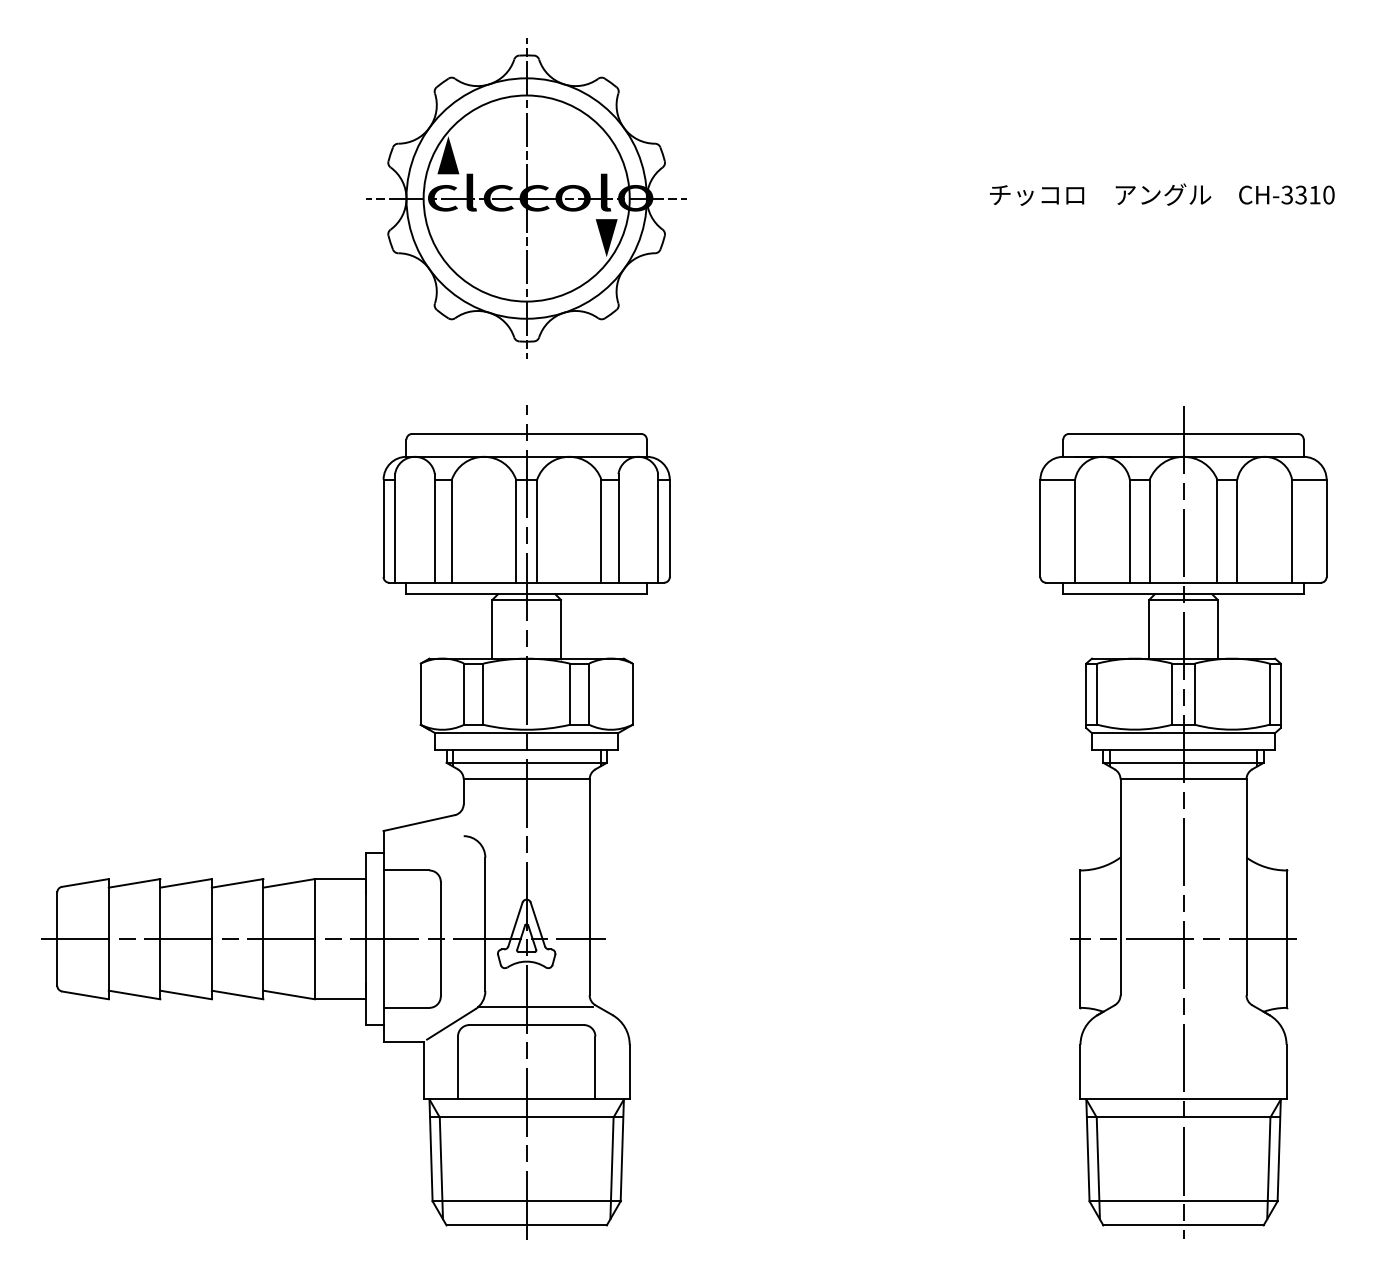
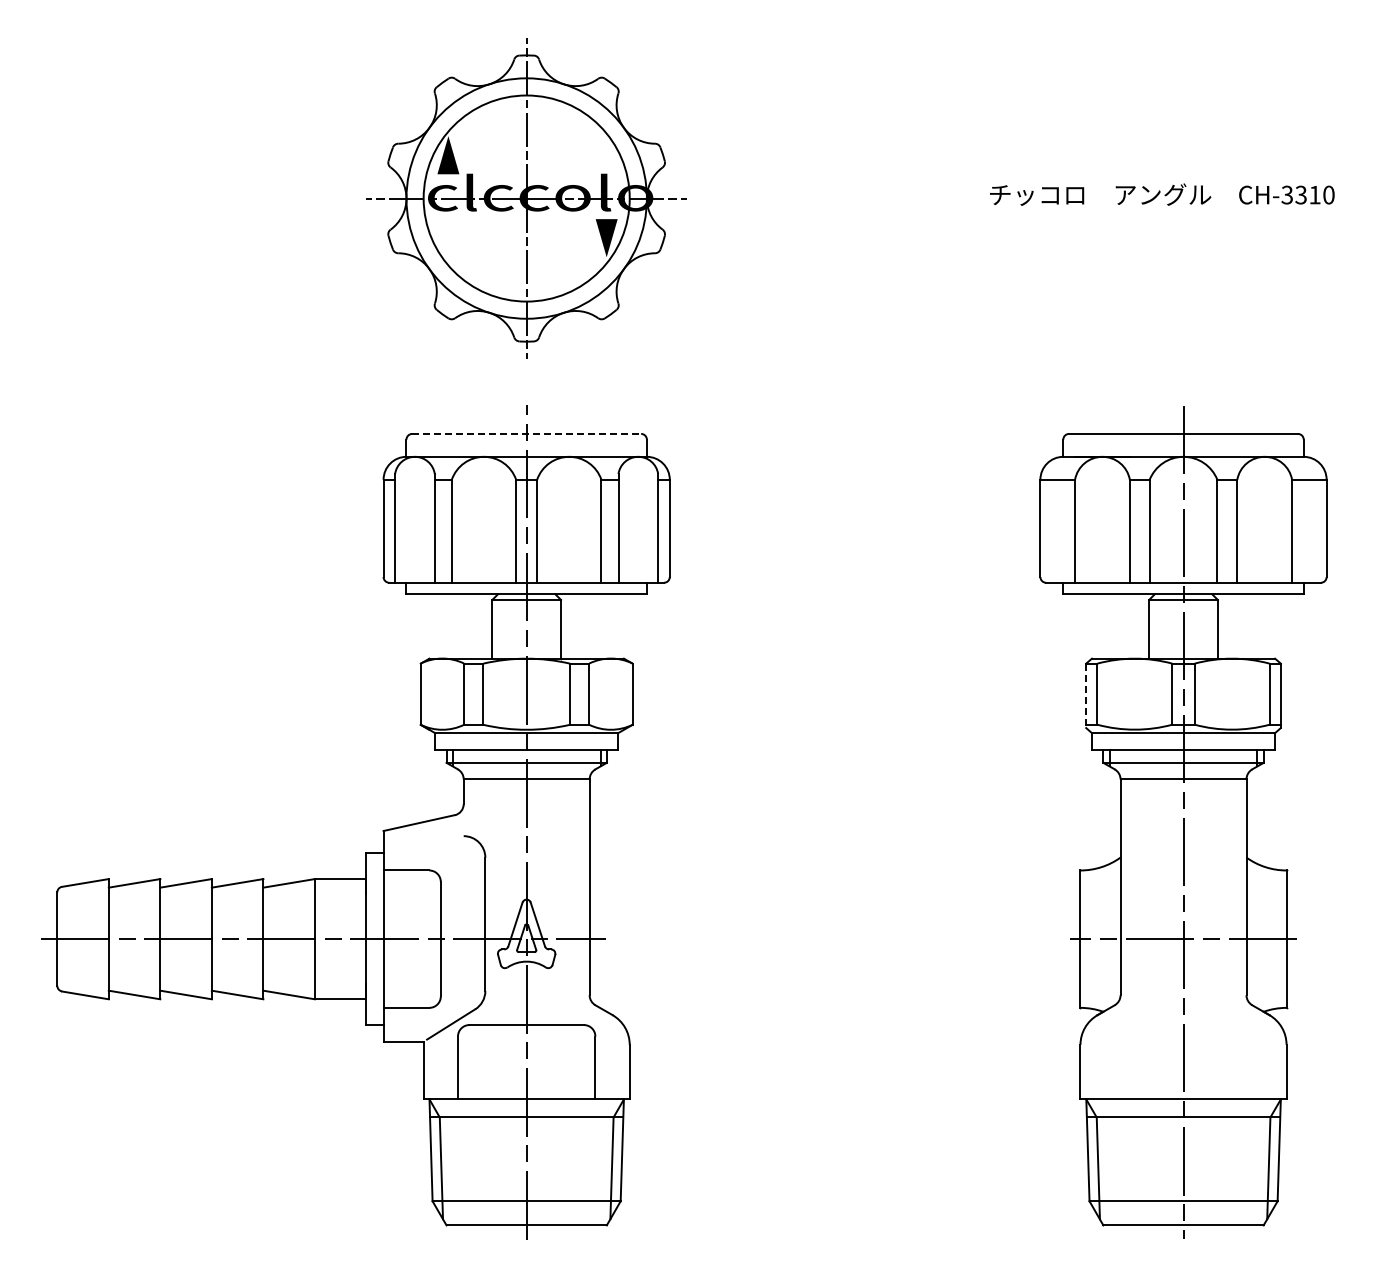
line at (527, 433): solid -> dashed
line at (1086, 696): solid -> dashed
line at (535, 1006): present -> none
